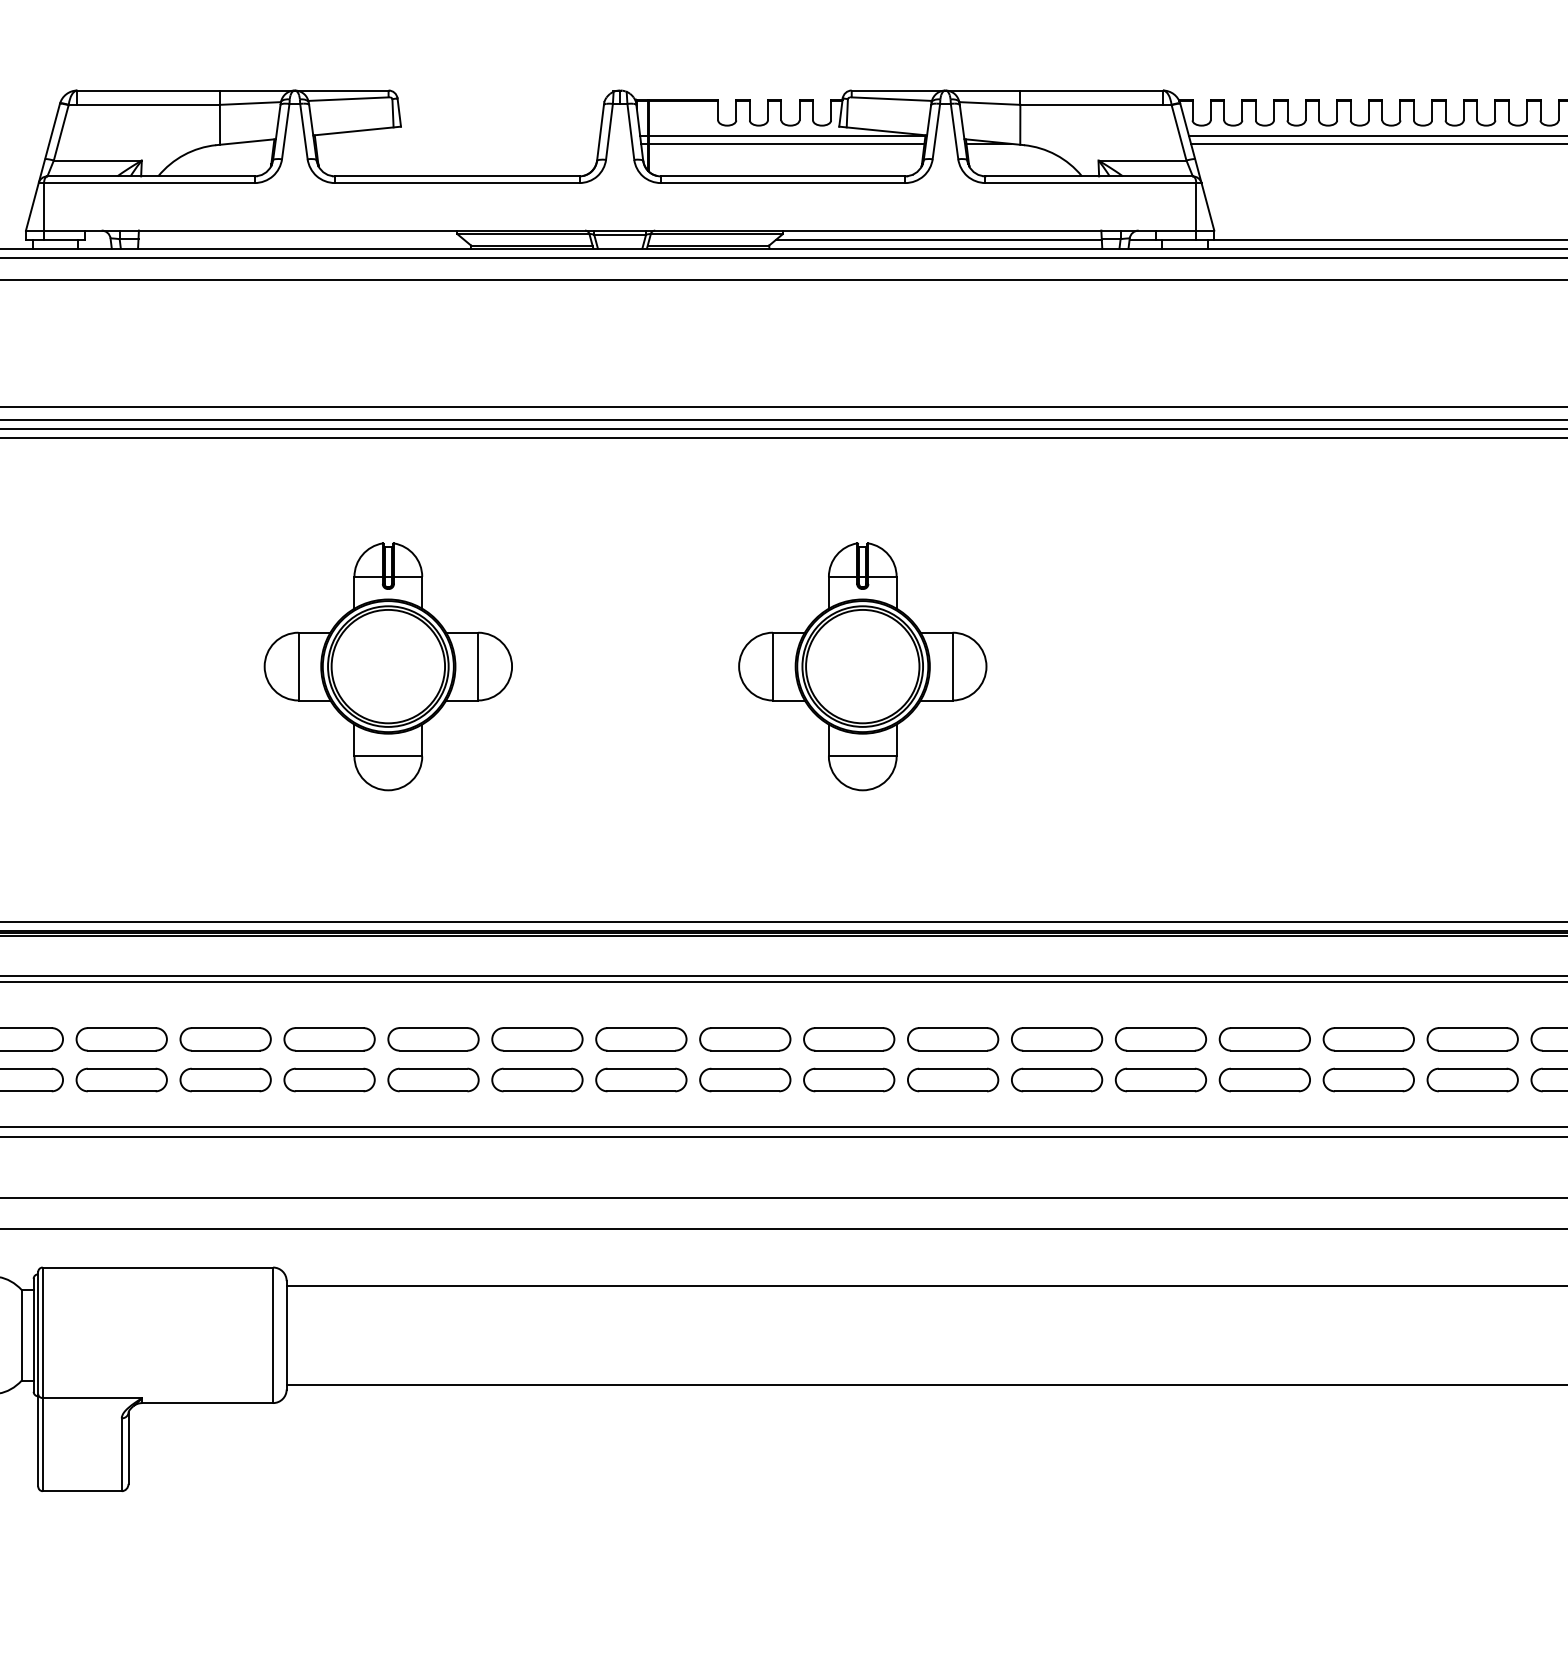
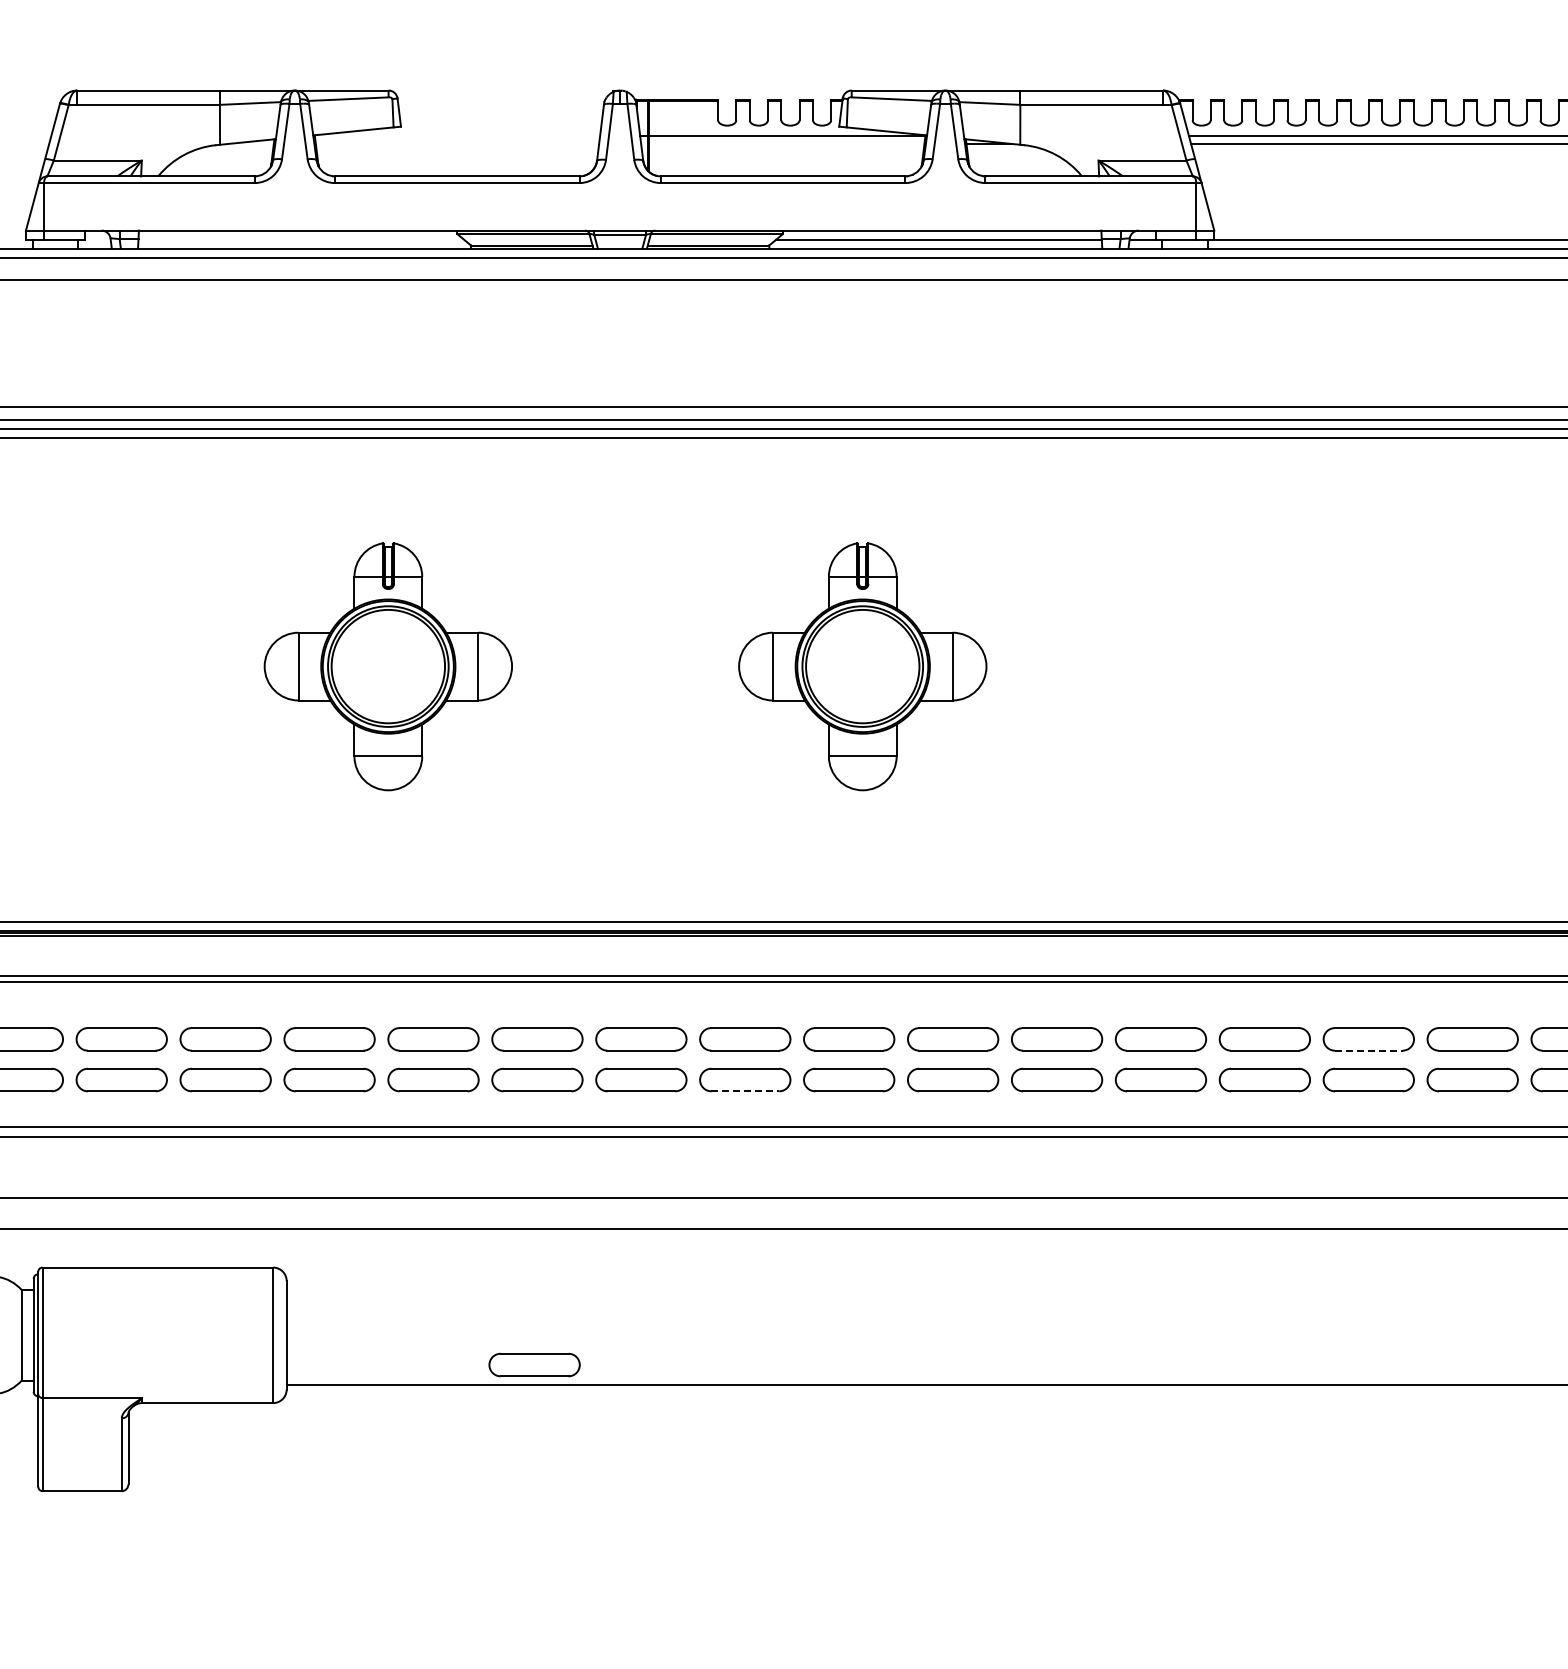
line at (782, 143): present -> none
line at (1368, 1050): solid -> dashed
line at (745, 1091): solid -> dashed
line at (925, 1285): present -> none
part at (534, 1364): none -> present
